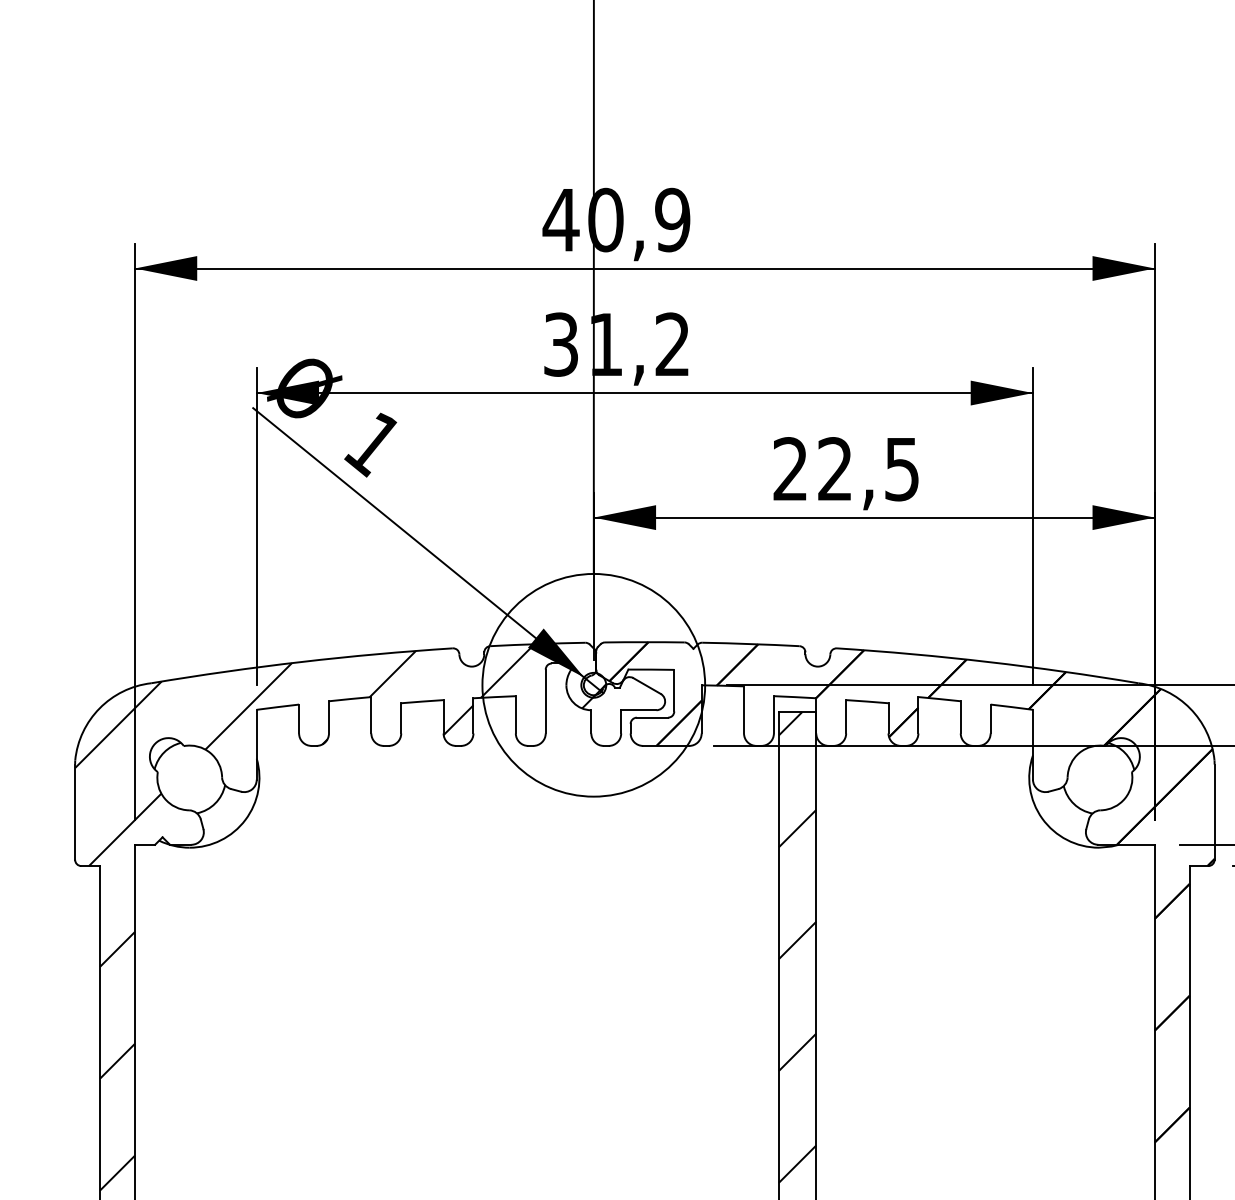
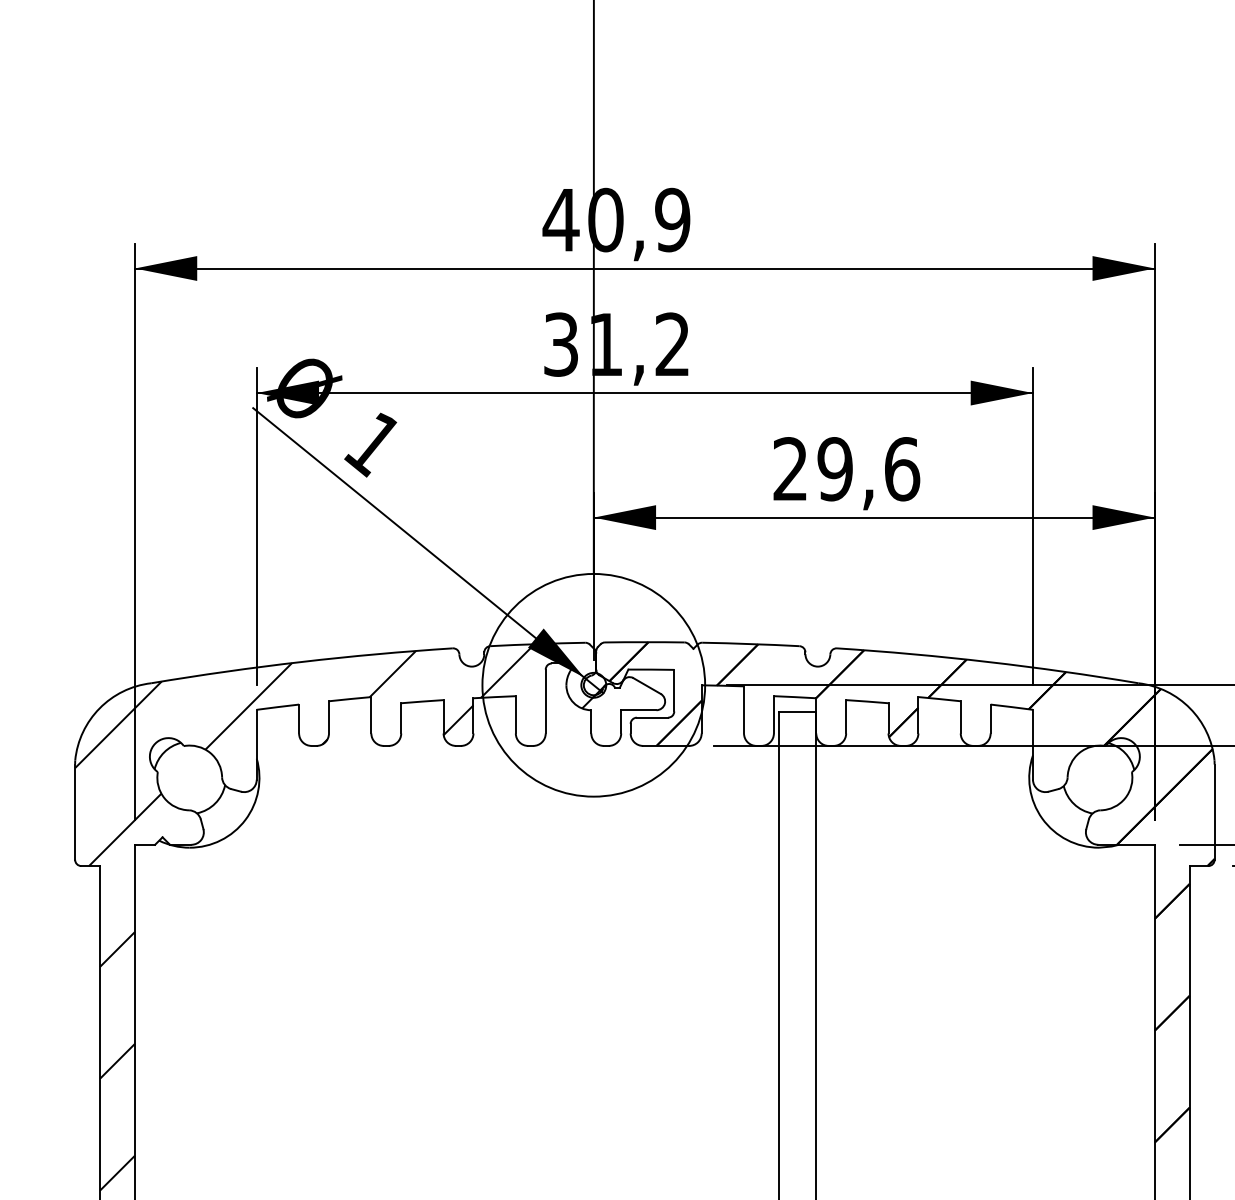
text at (868, 469): 22,5 -> 29,6
hatch at (797, 947): present -> none
